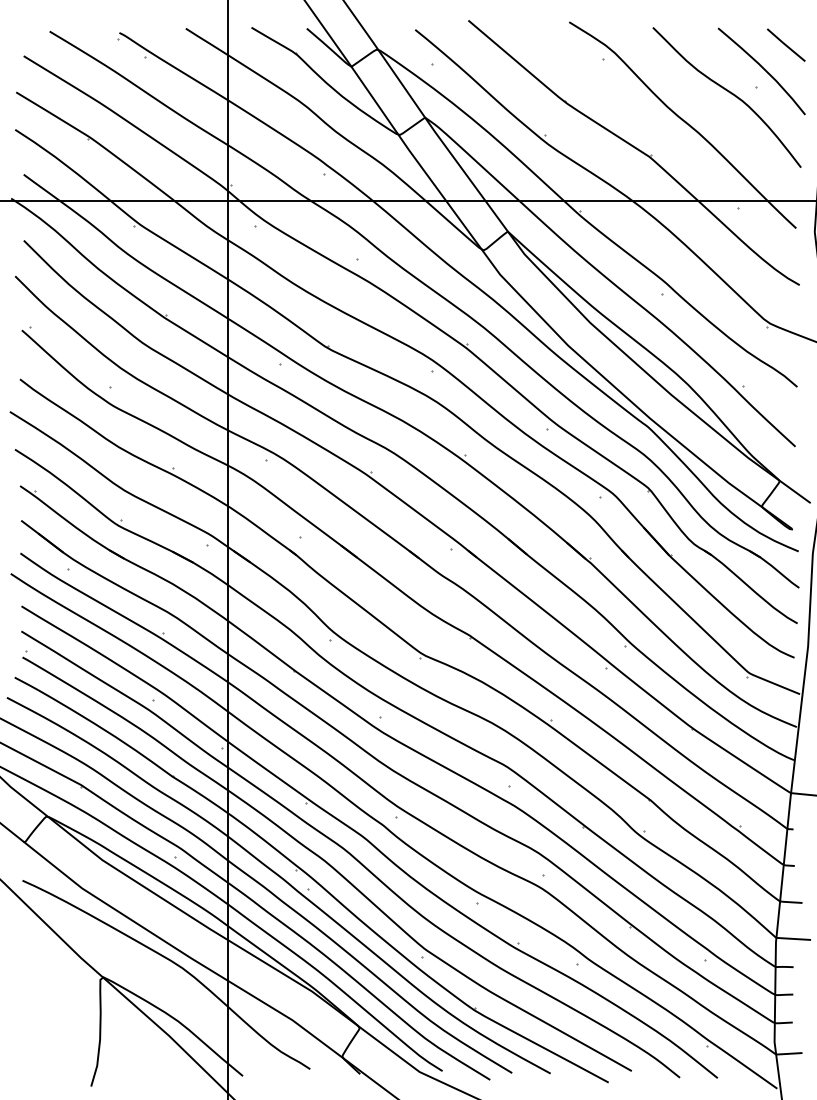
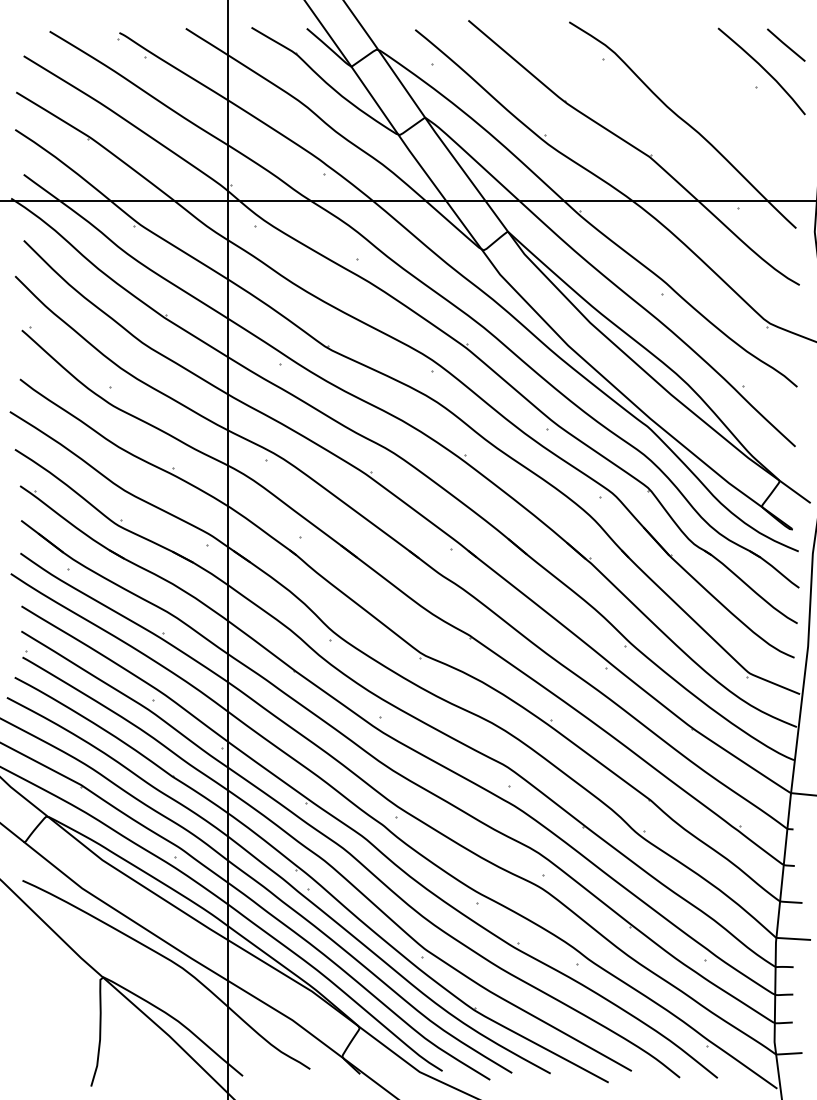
curve at (728, 92): present -> none
